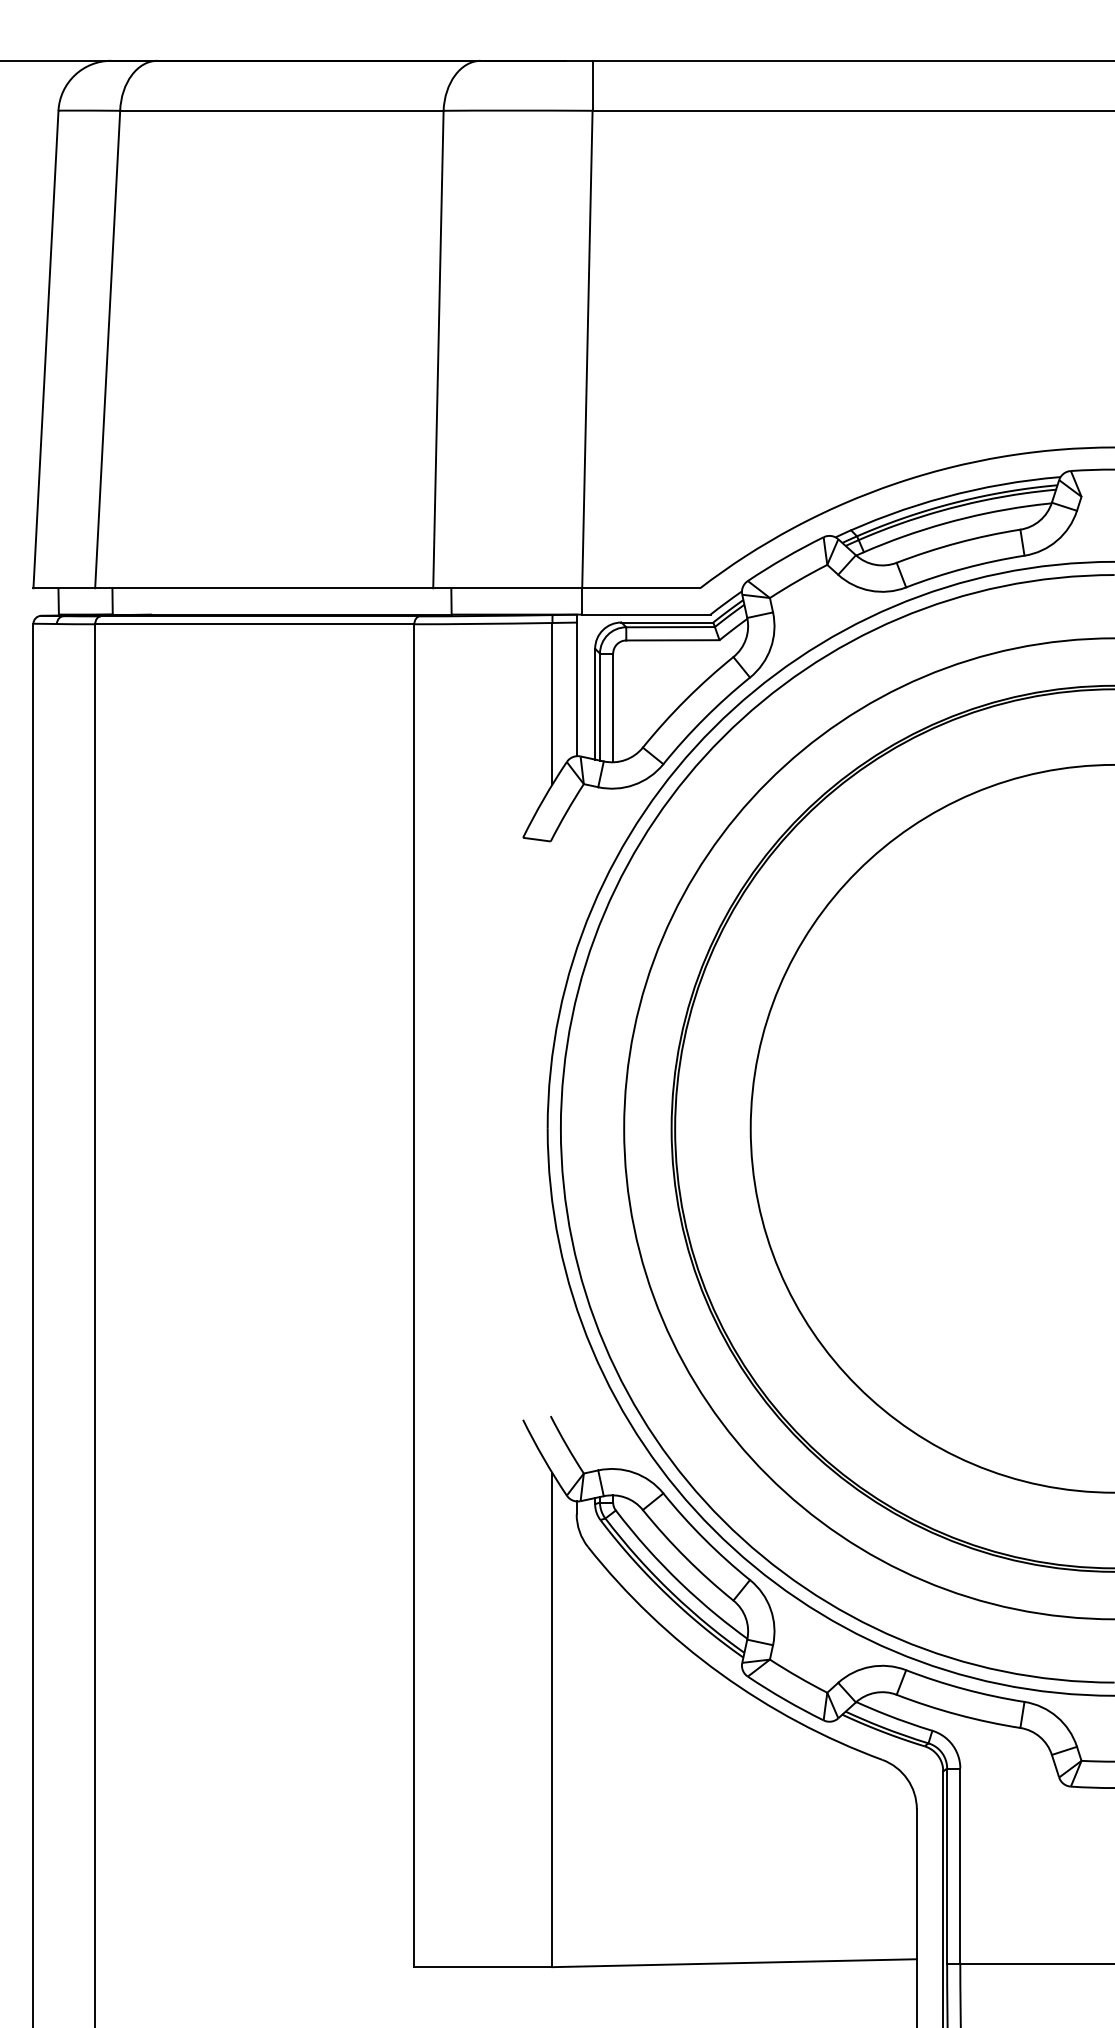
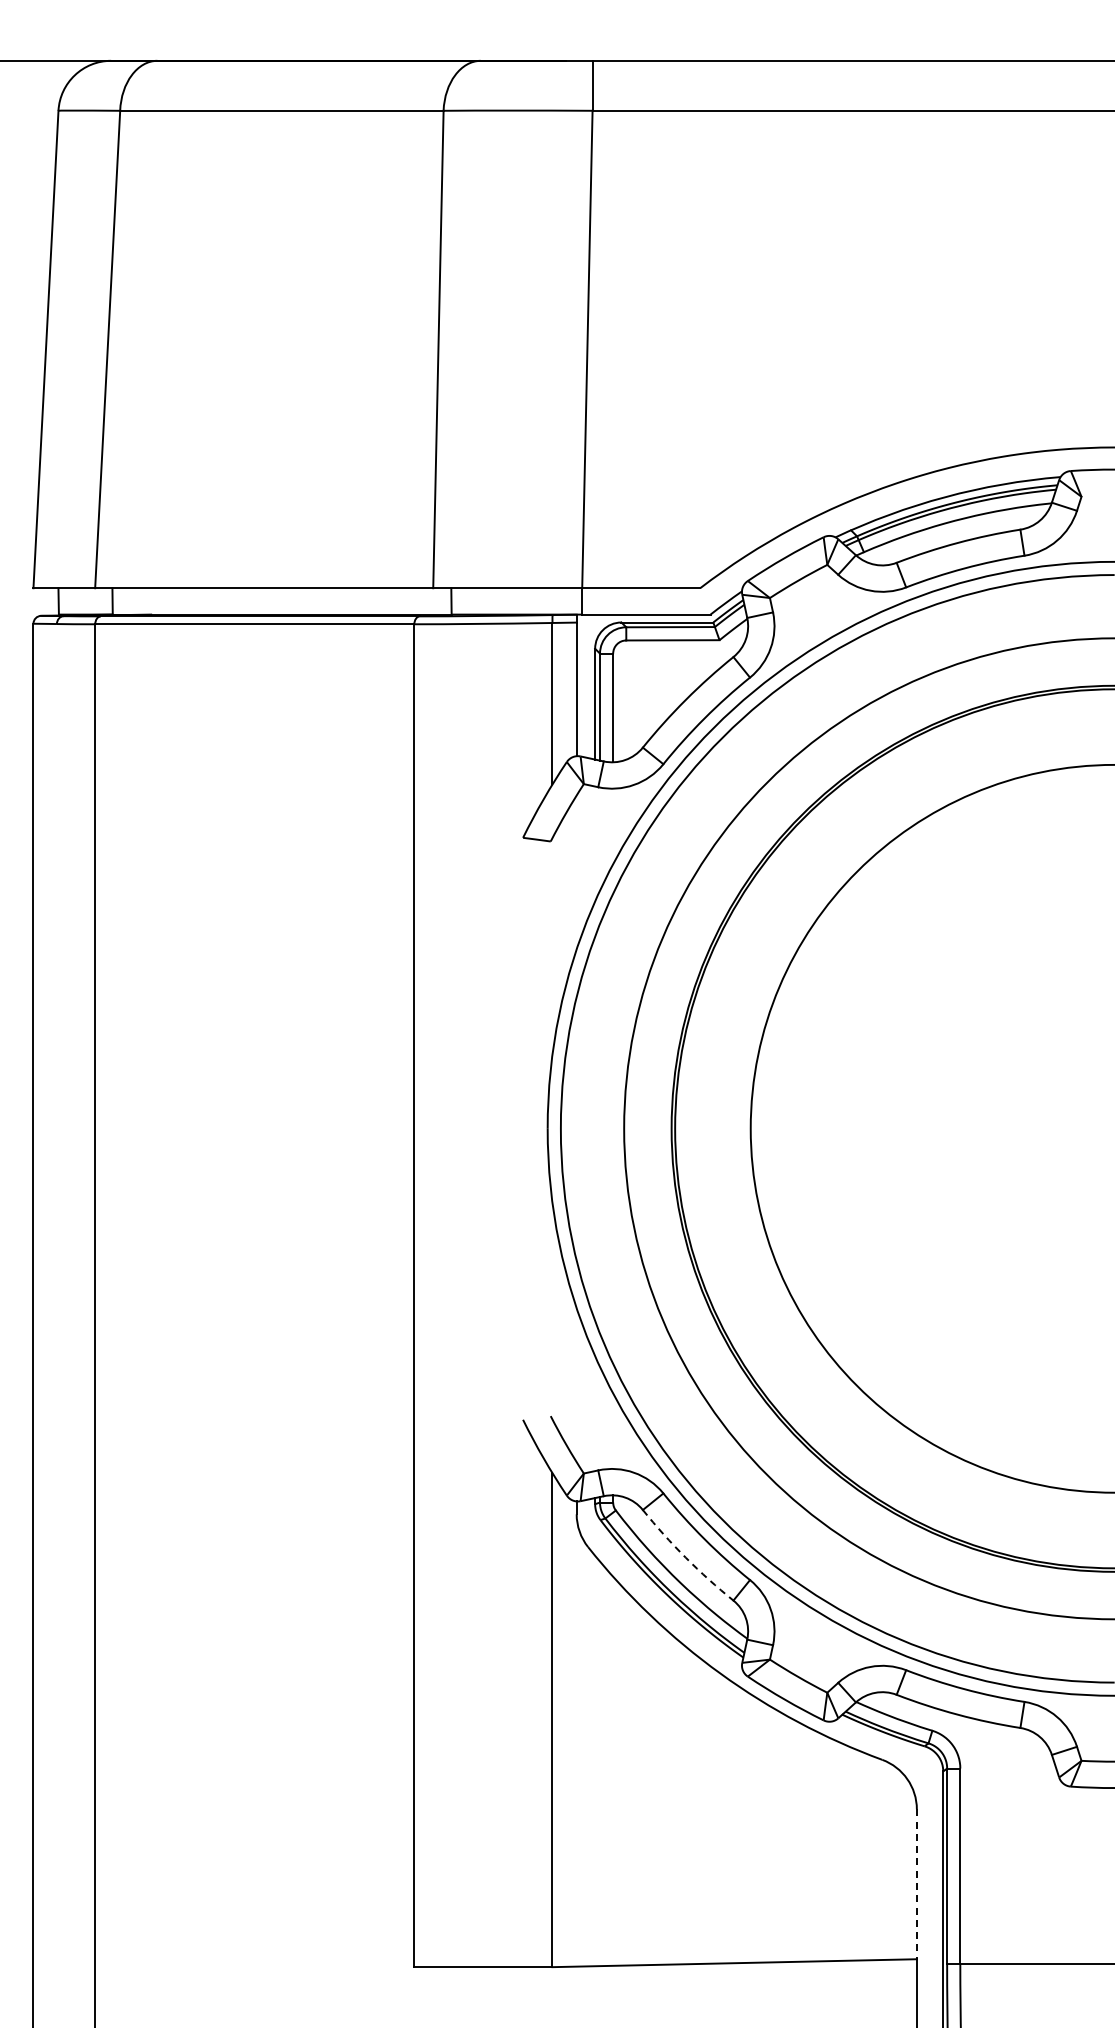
arc at (685, 1557): solid -> dashed
line at (916, 1884): solid -> dashed
